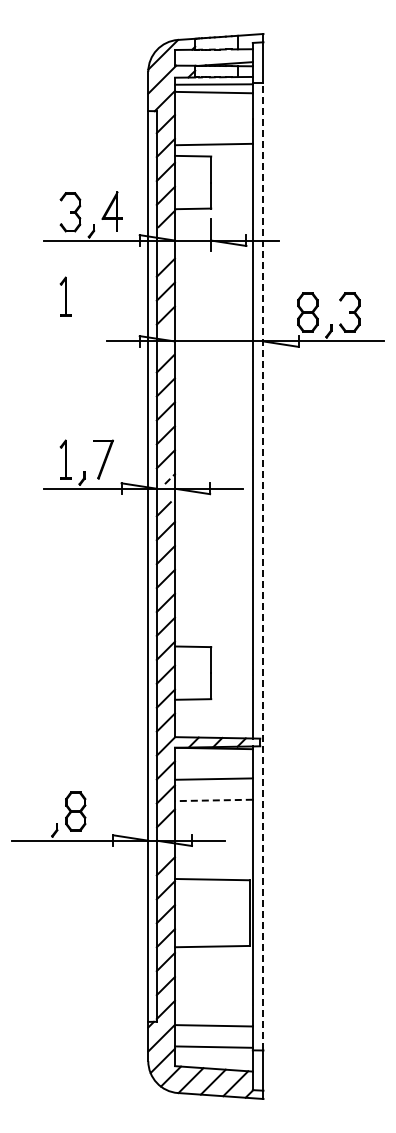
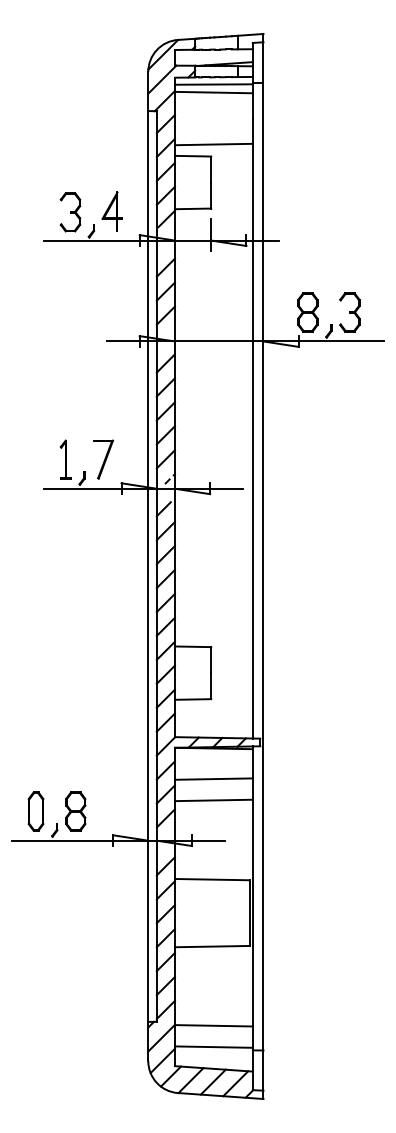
part at (65, 296): present -> none
line at (263, 566): dashed -> solid
line at (213, 800): dashed -> solid
part at (35, 811): none -> present
